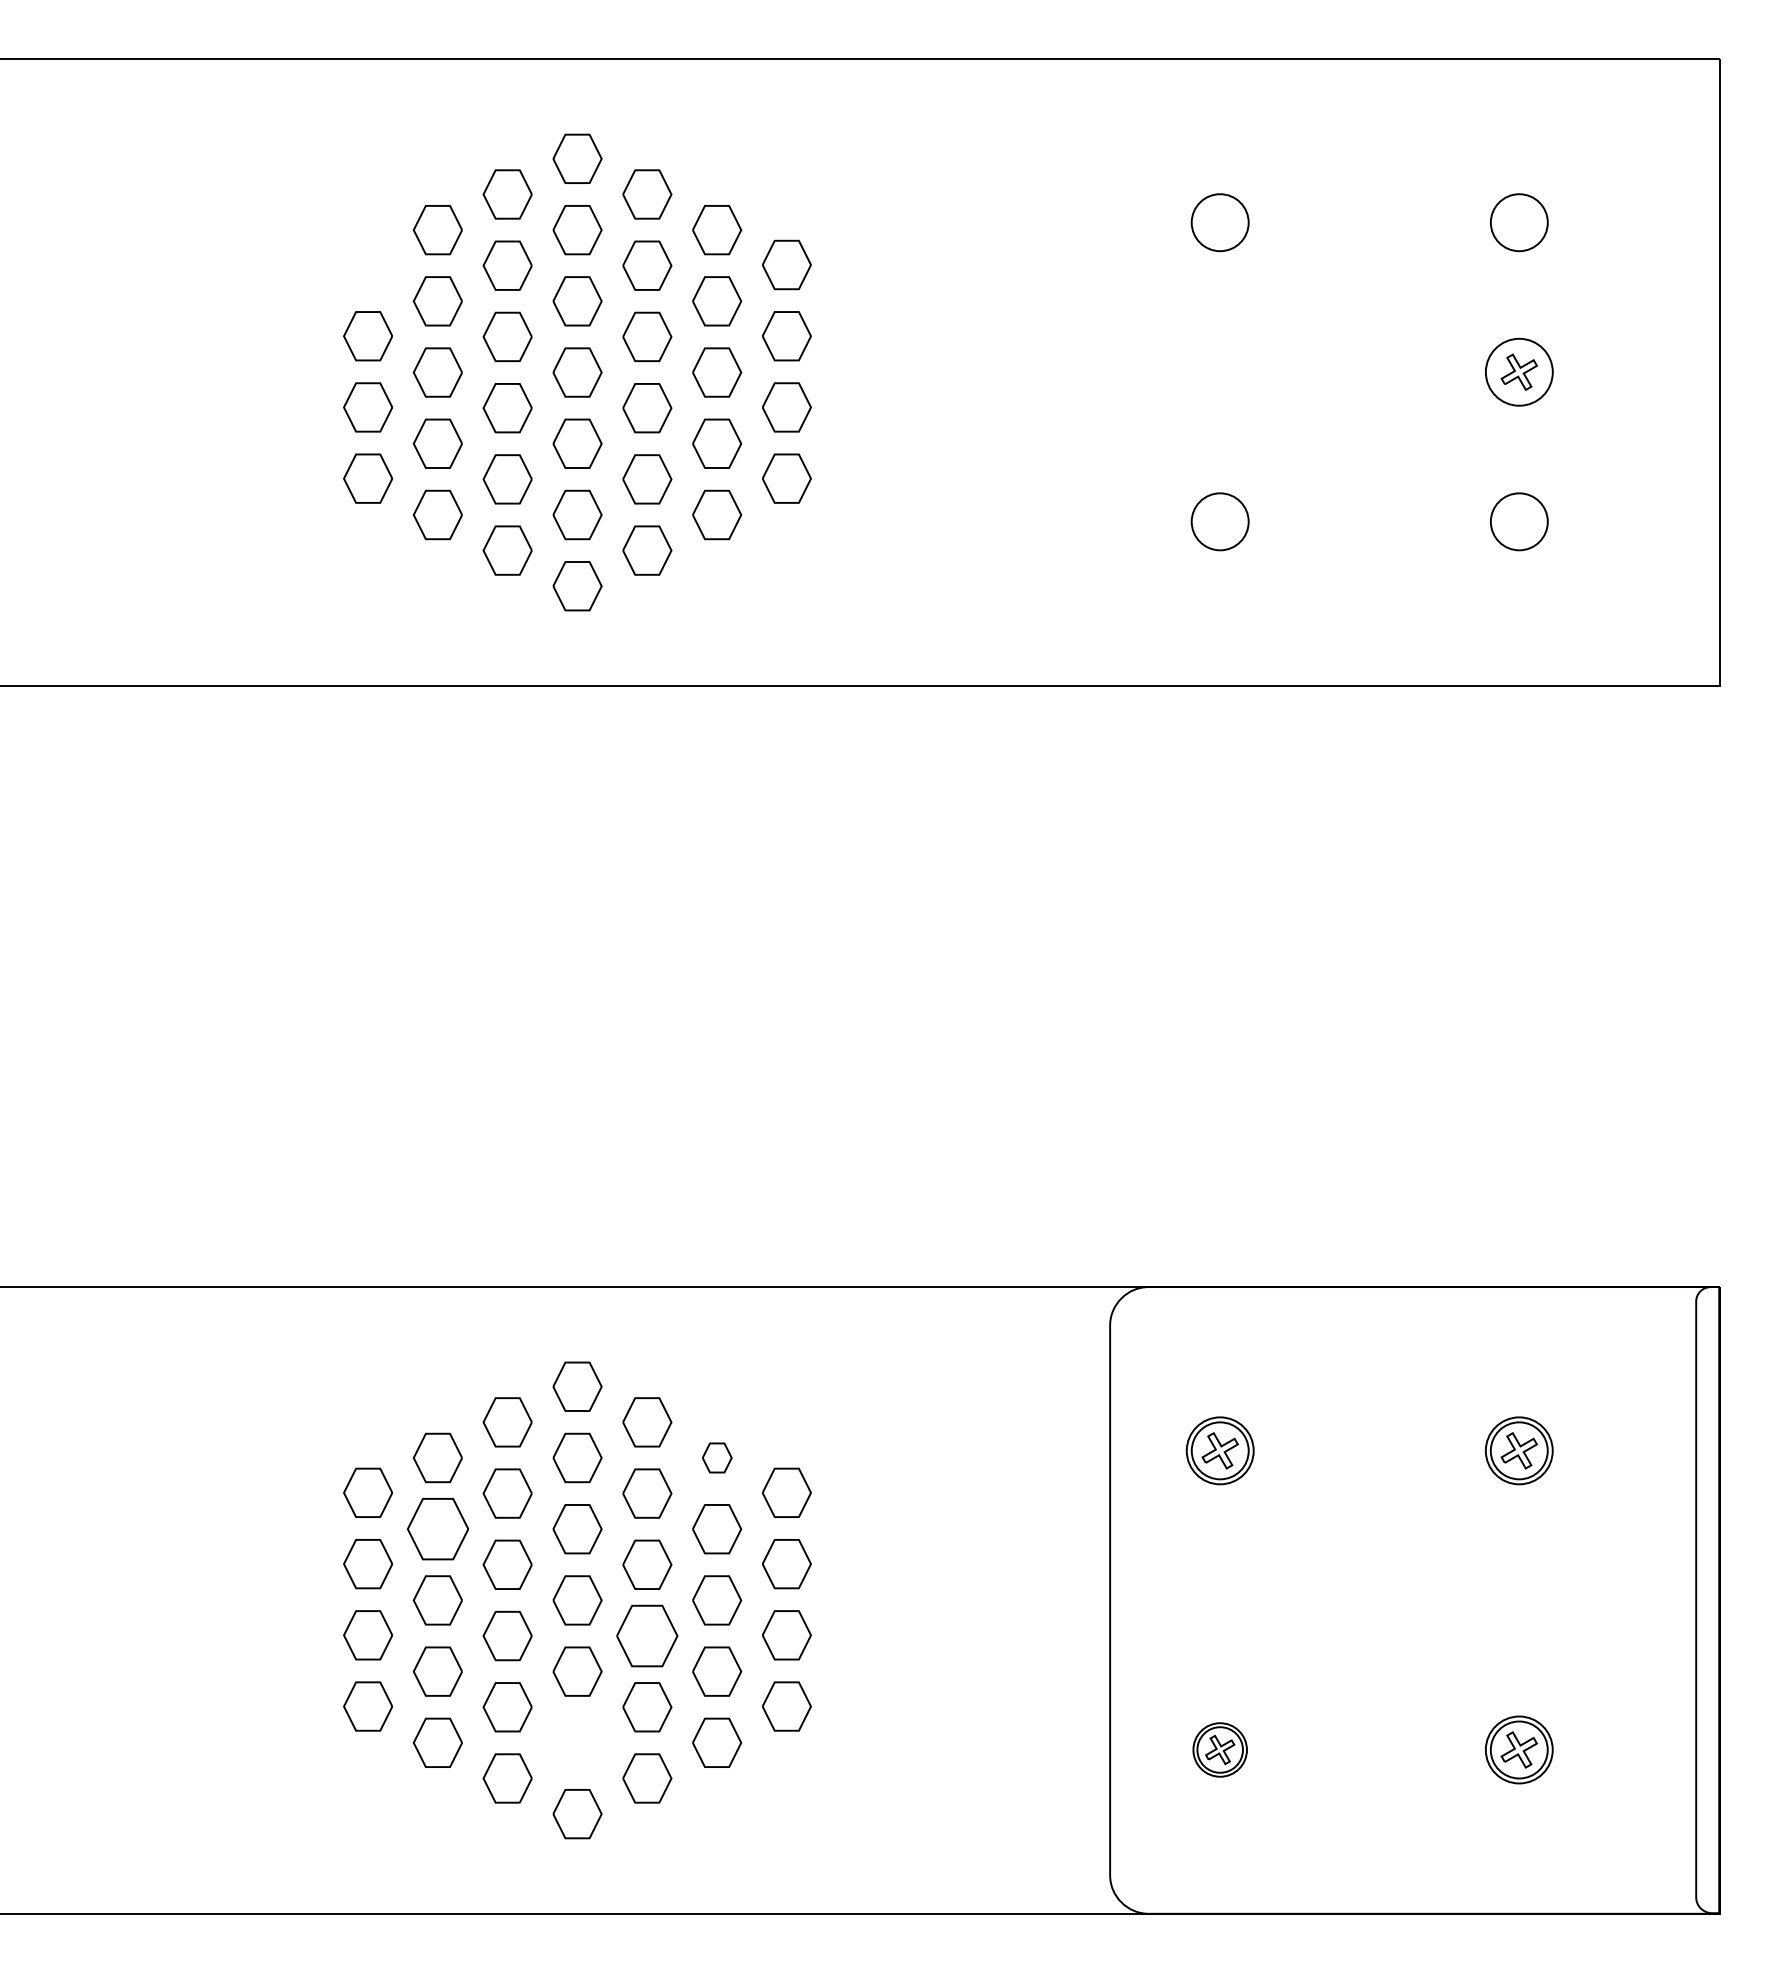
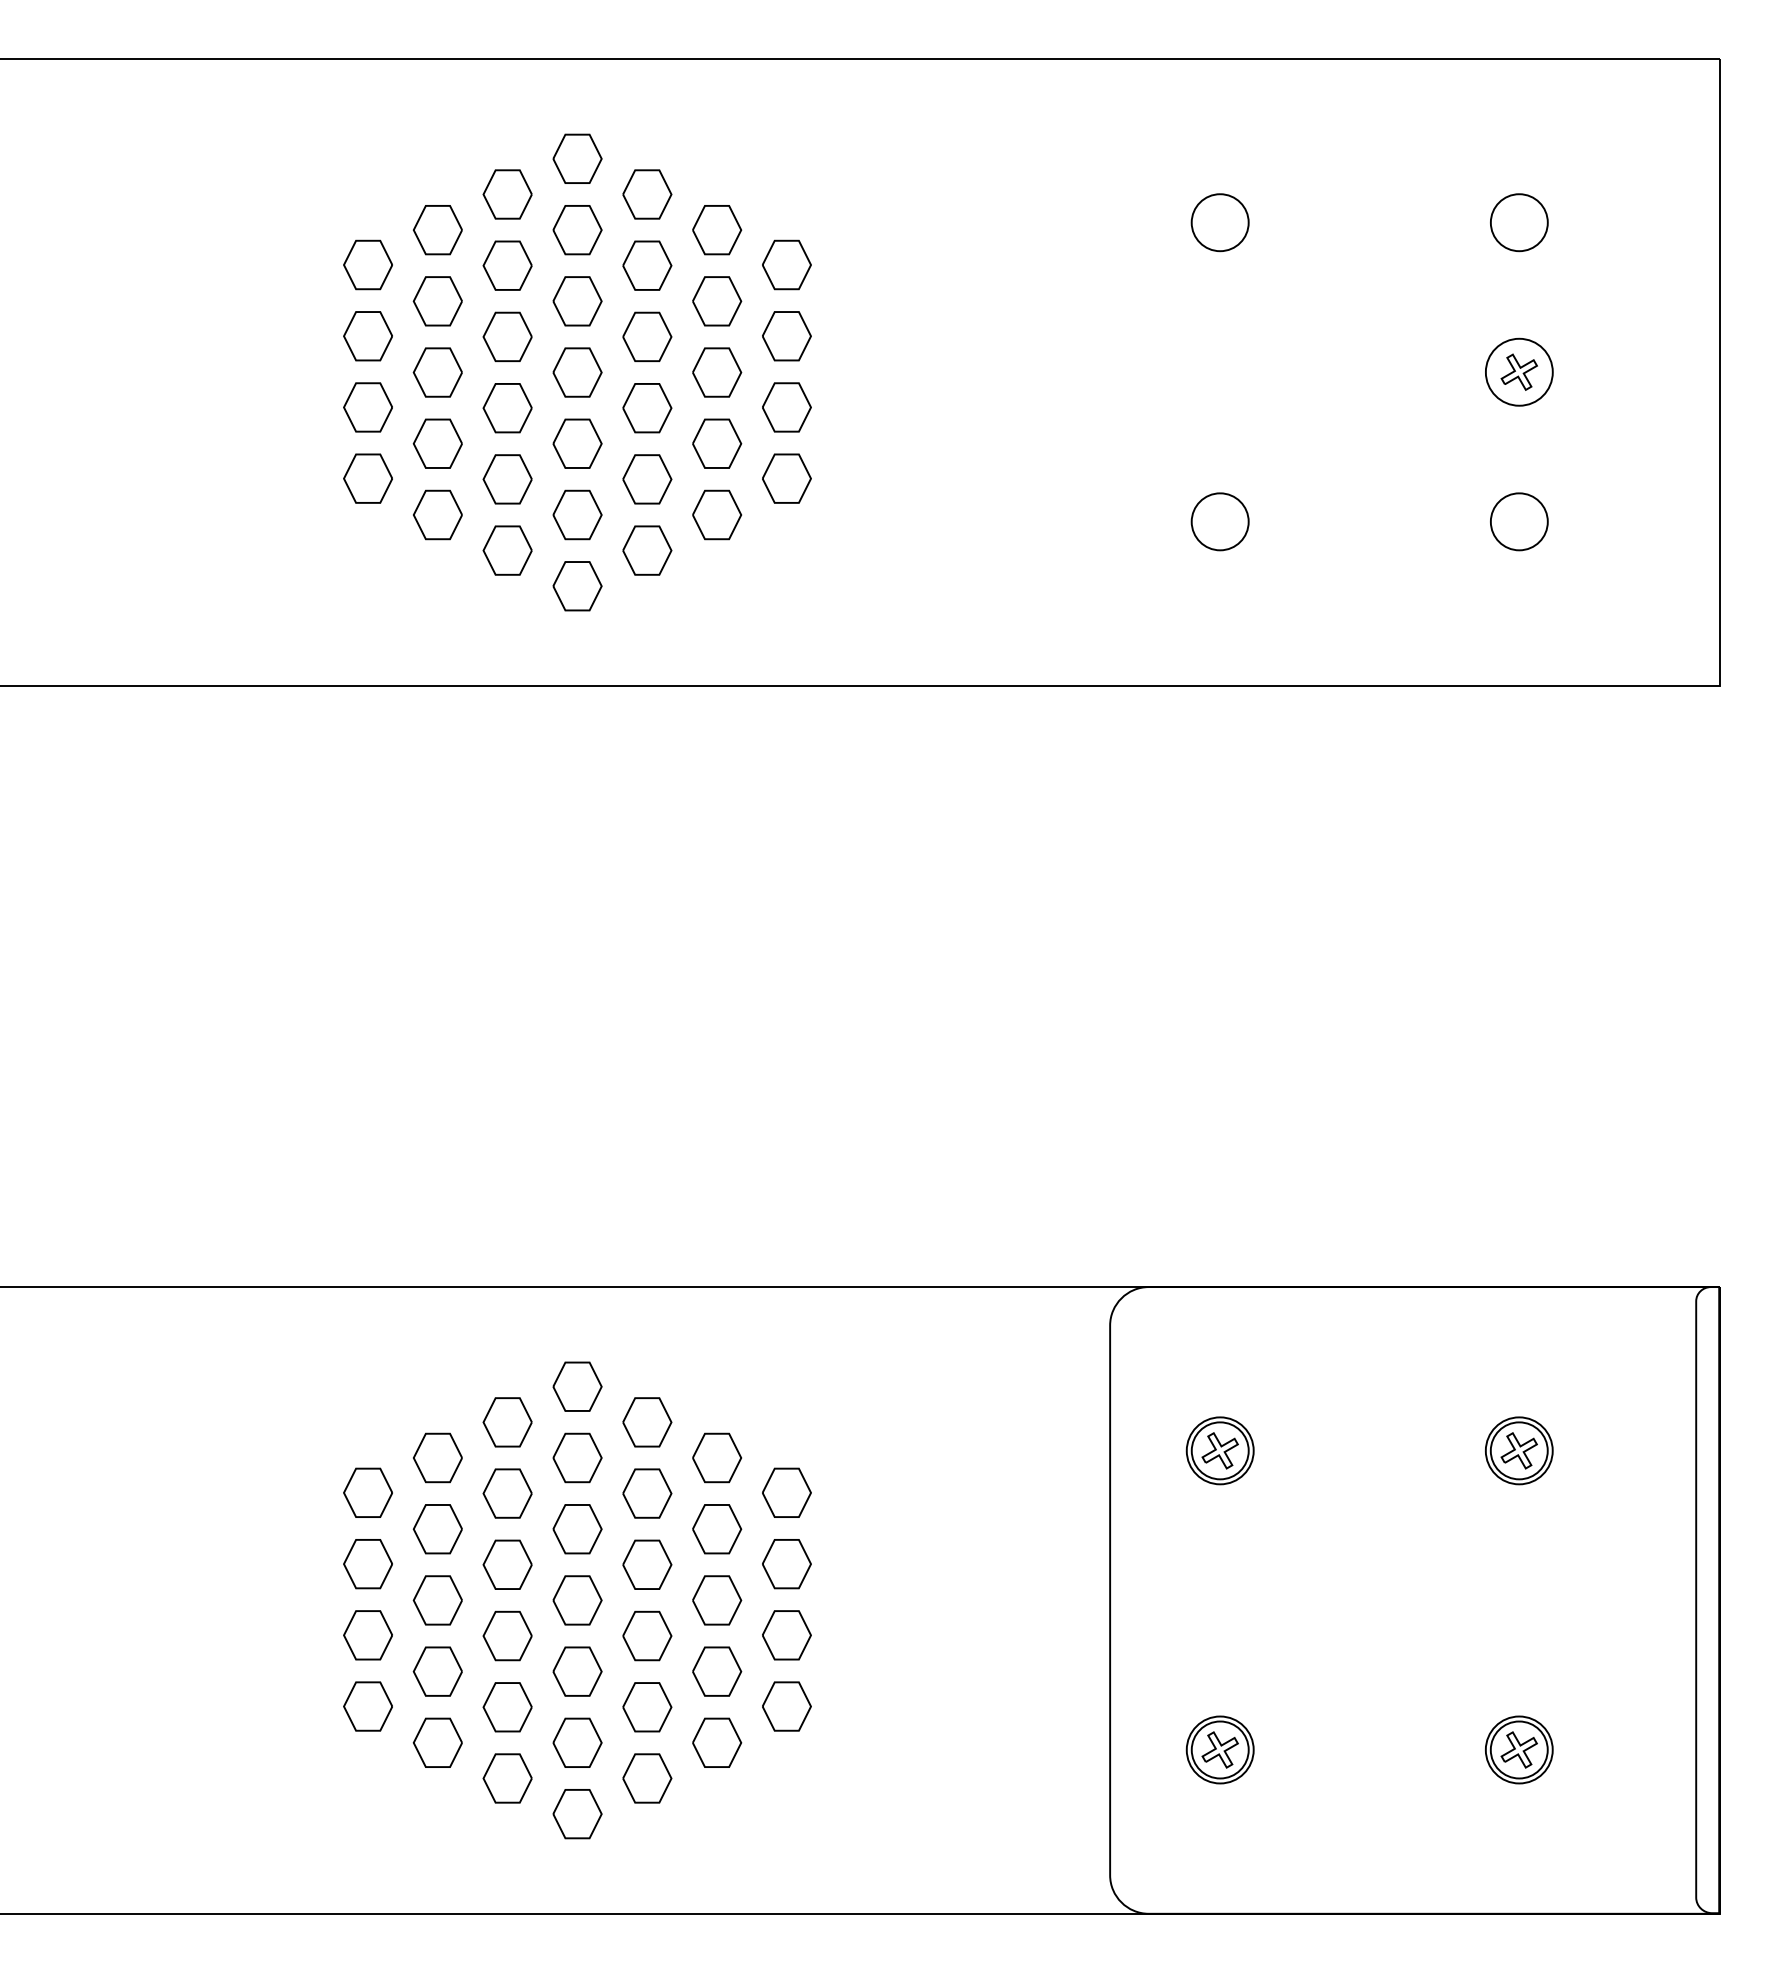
part at (367, 264): none -> present
part at (717, 1457) size: 31x32 px -> 51x52 px
part at (437, 1529) size: 62x63 px -> 51x51 px
part at (647, 1635) size: 63x64 px -> 51x52 px
part at (577, 1742): none -> present
part at (1219, 1749) size: 56x56 px -> 70x70 px
